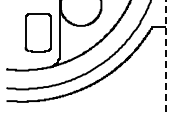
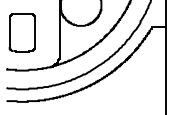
part at (37, 32) position: (37, 32) -> (21, 32)
line at (166, 57): dashed -> solid
